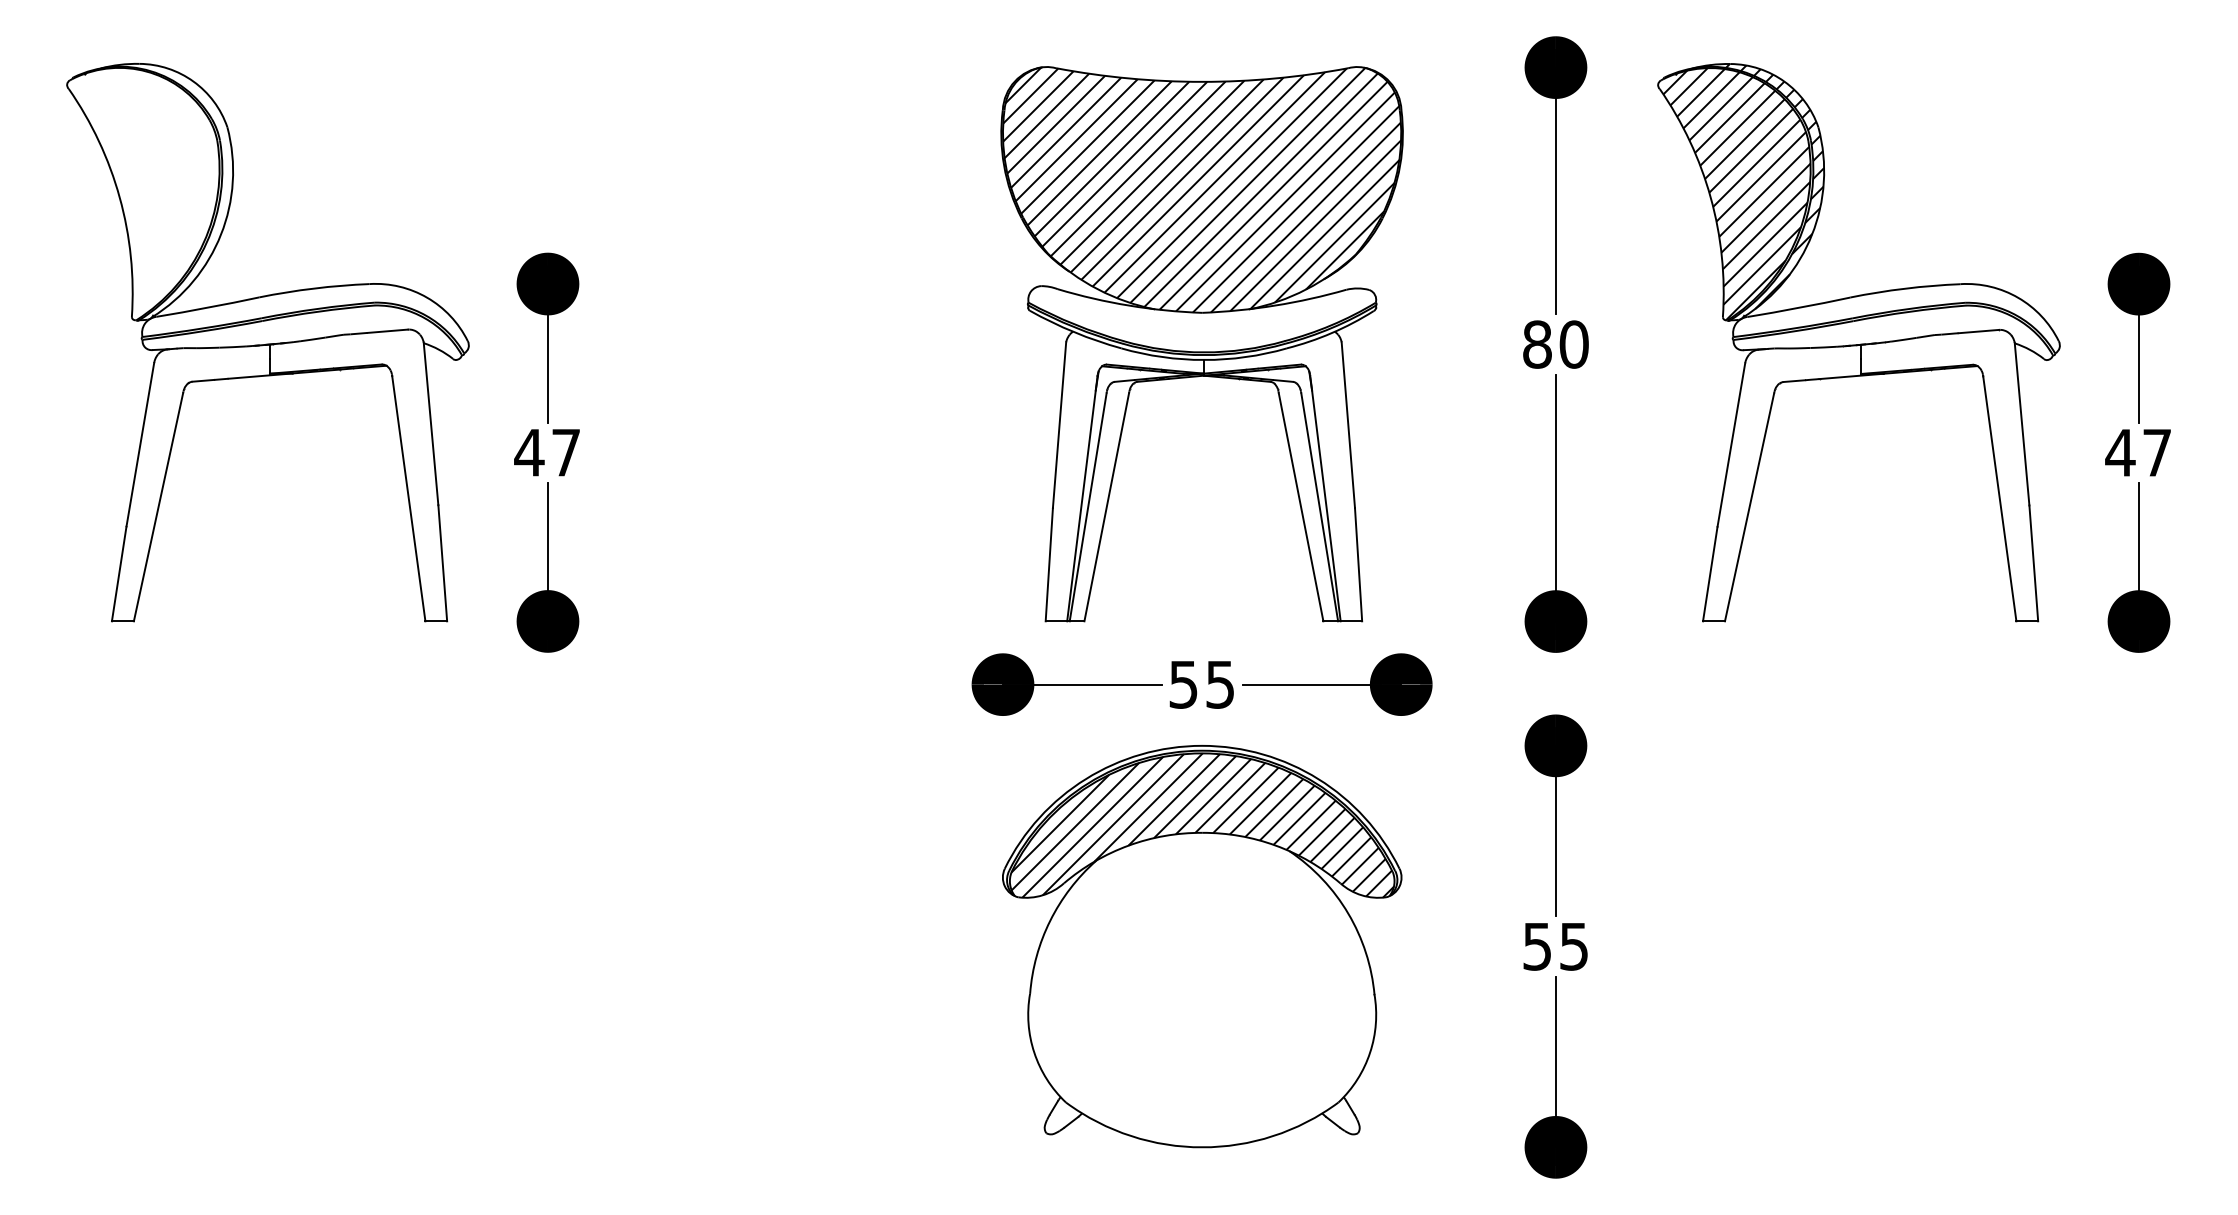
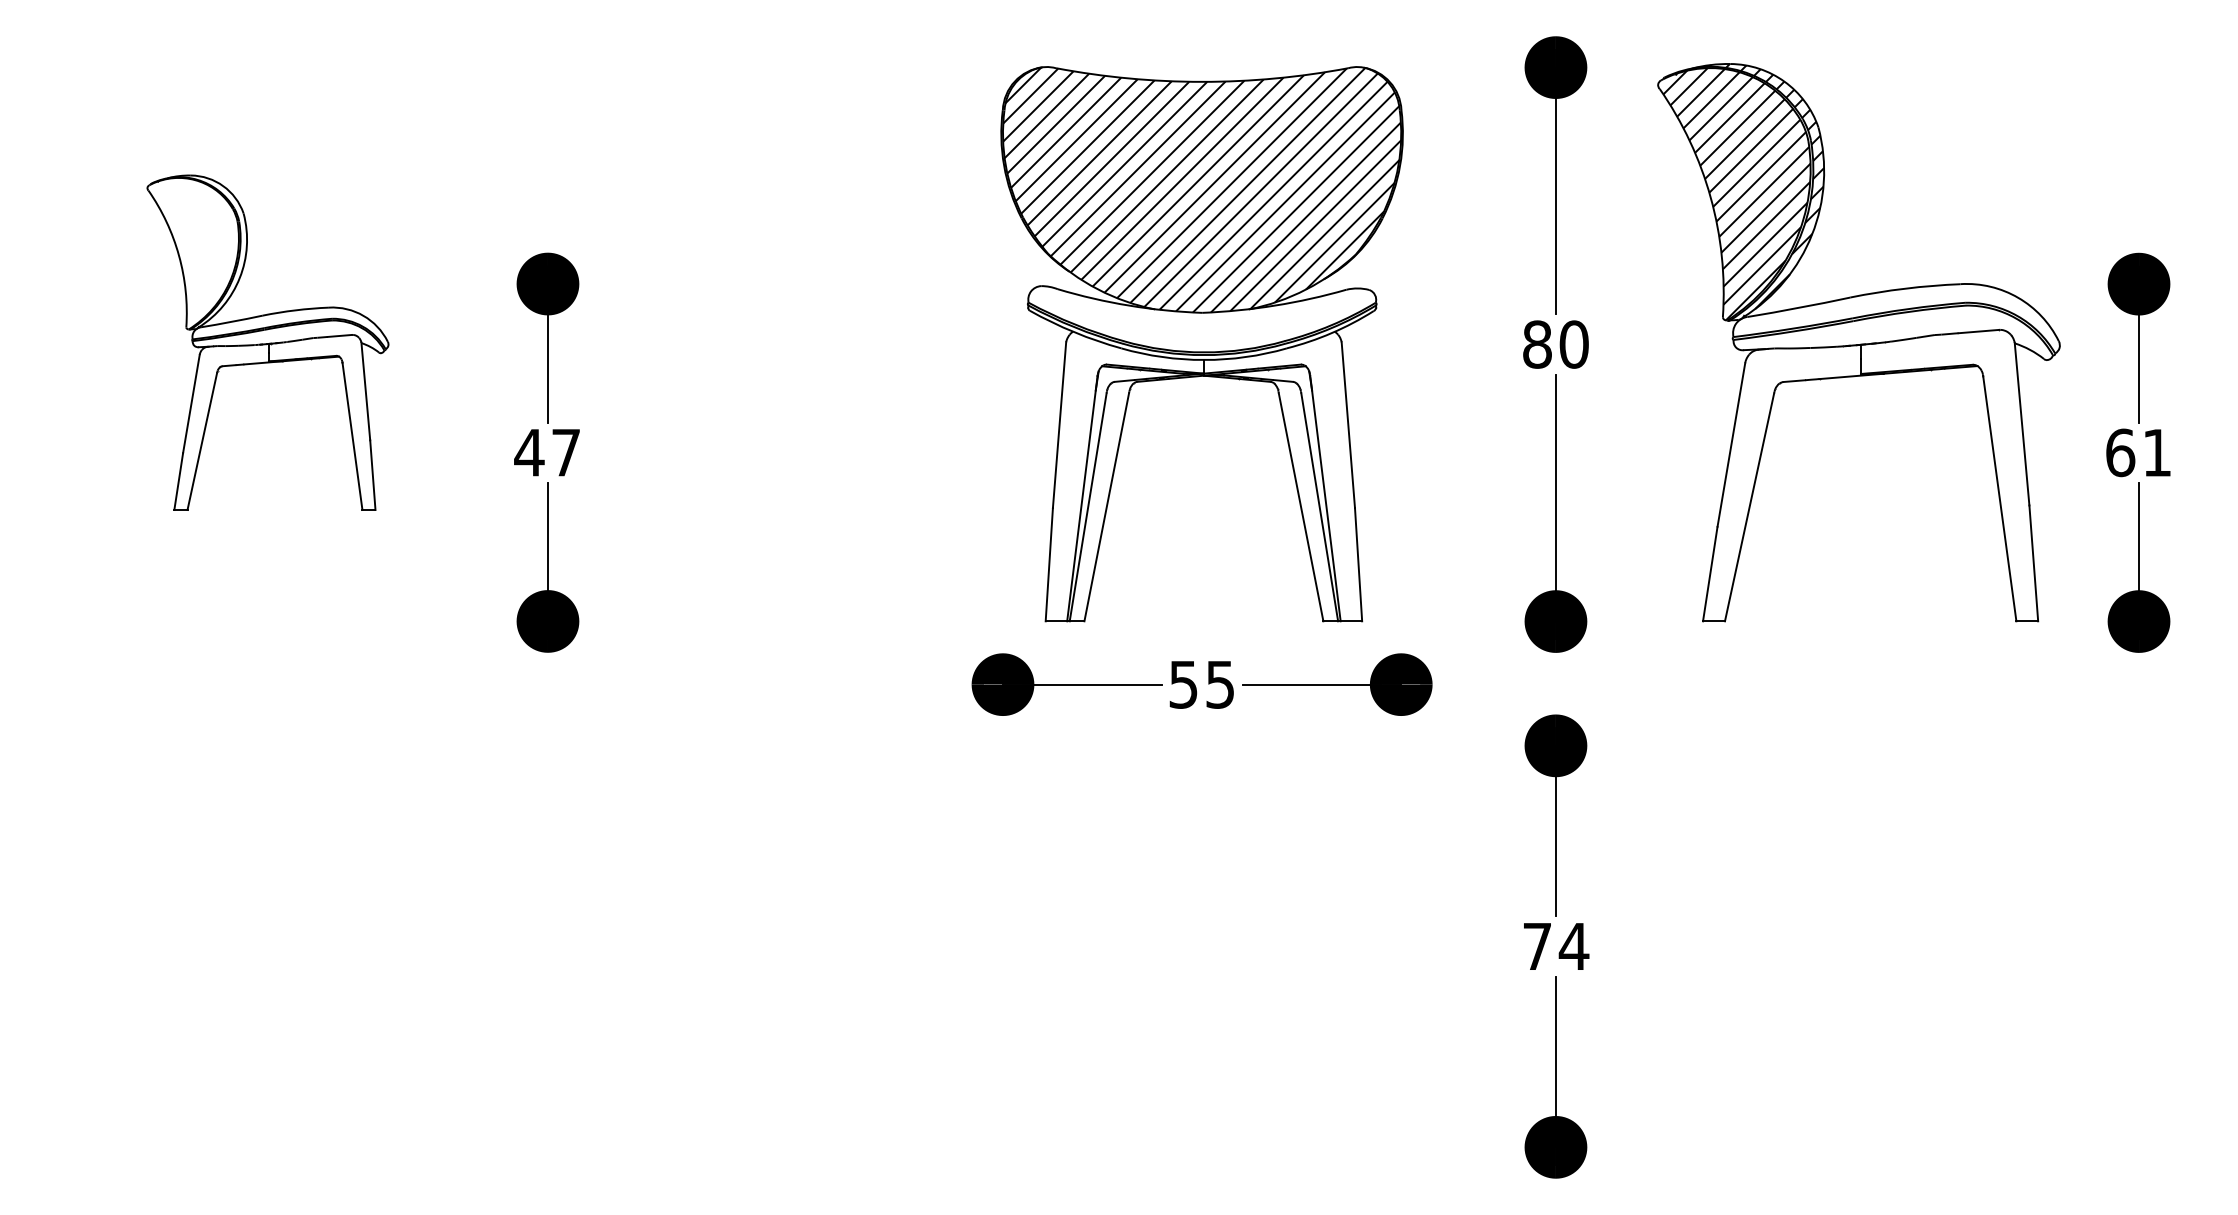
part at (267, 342) size: 404x560 px -> 244x337 px
text at (2137, 452): 47 -> 61
part at (1202, 946): present -> none
text at (1556, 946): 55 -> 74
